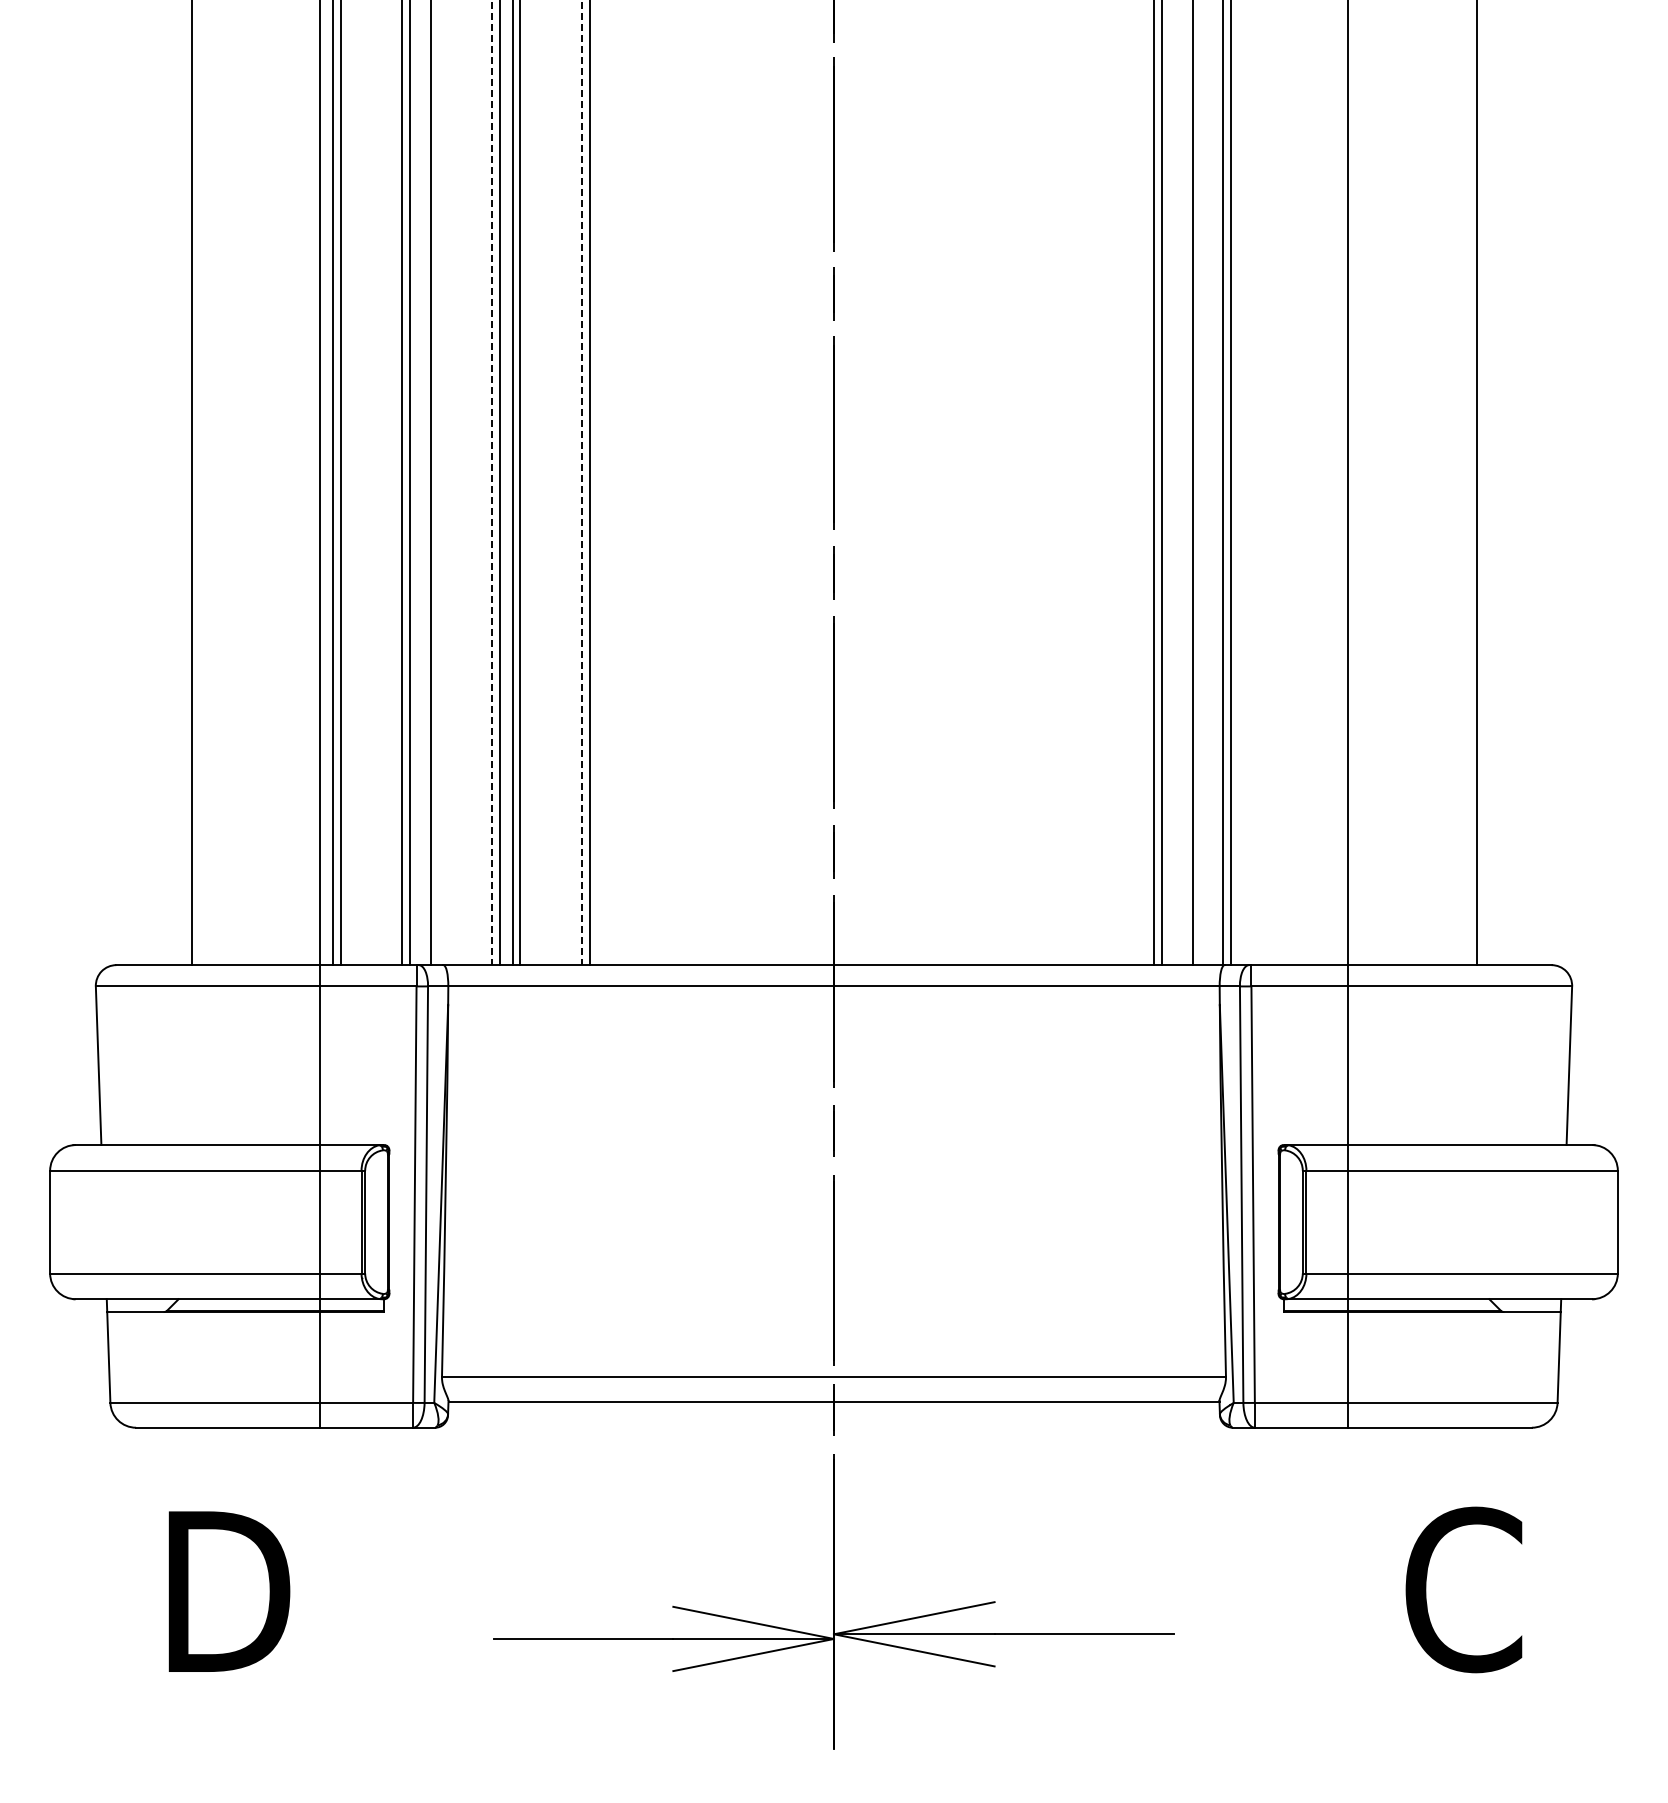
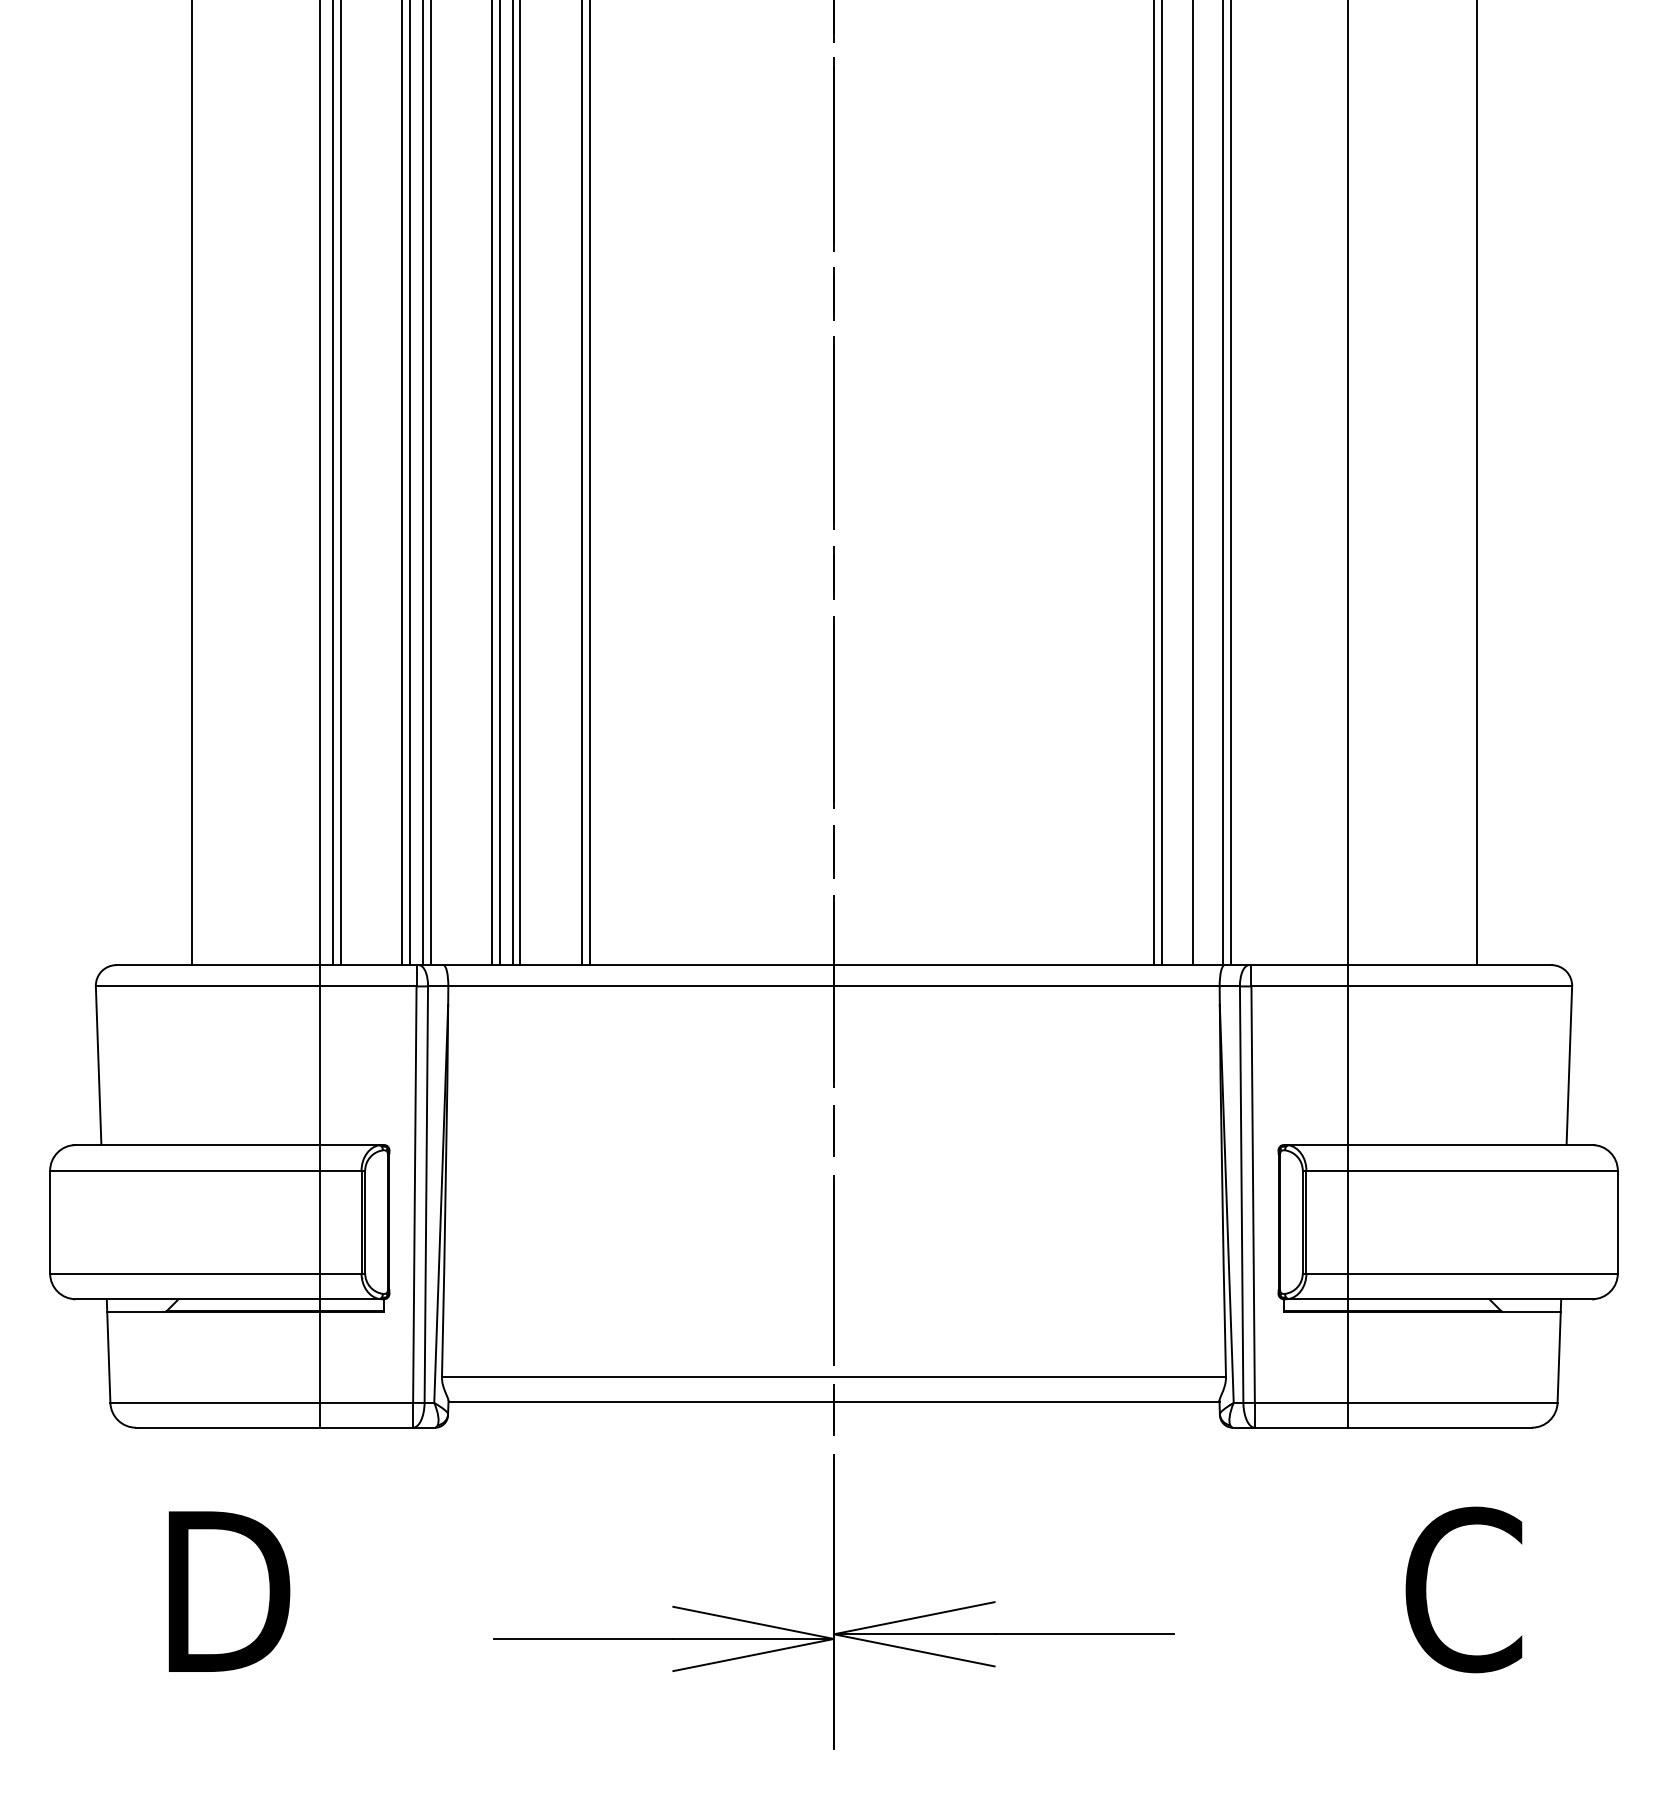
line at (422, 483): none -> present
line at (492, 483): dashed -> solid
line at (582, 483): dashed -> solid
